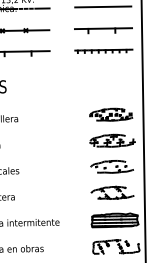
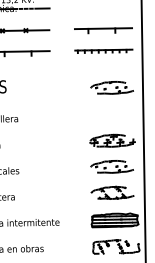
line at (103, 6): present -> none
part at (111, 87): none -> present
part at (111, 114): present -> none
